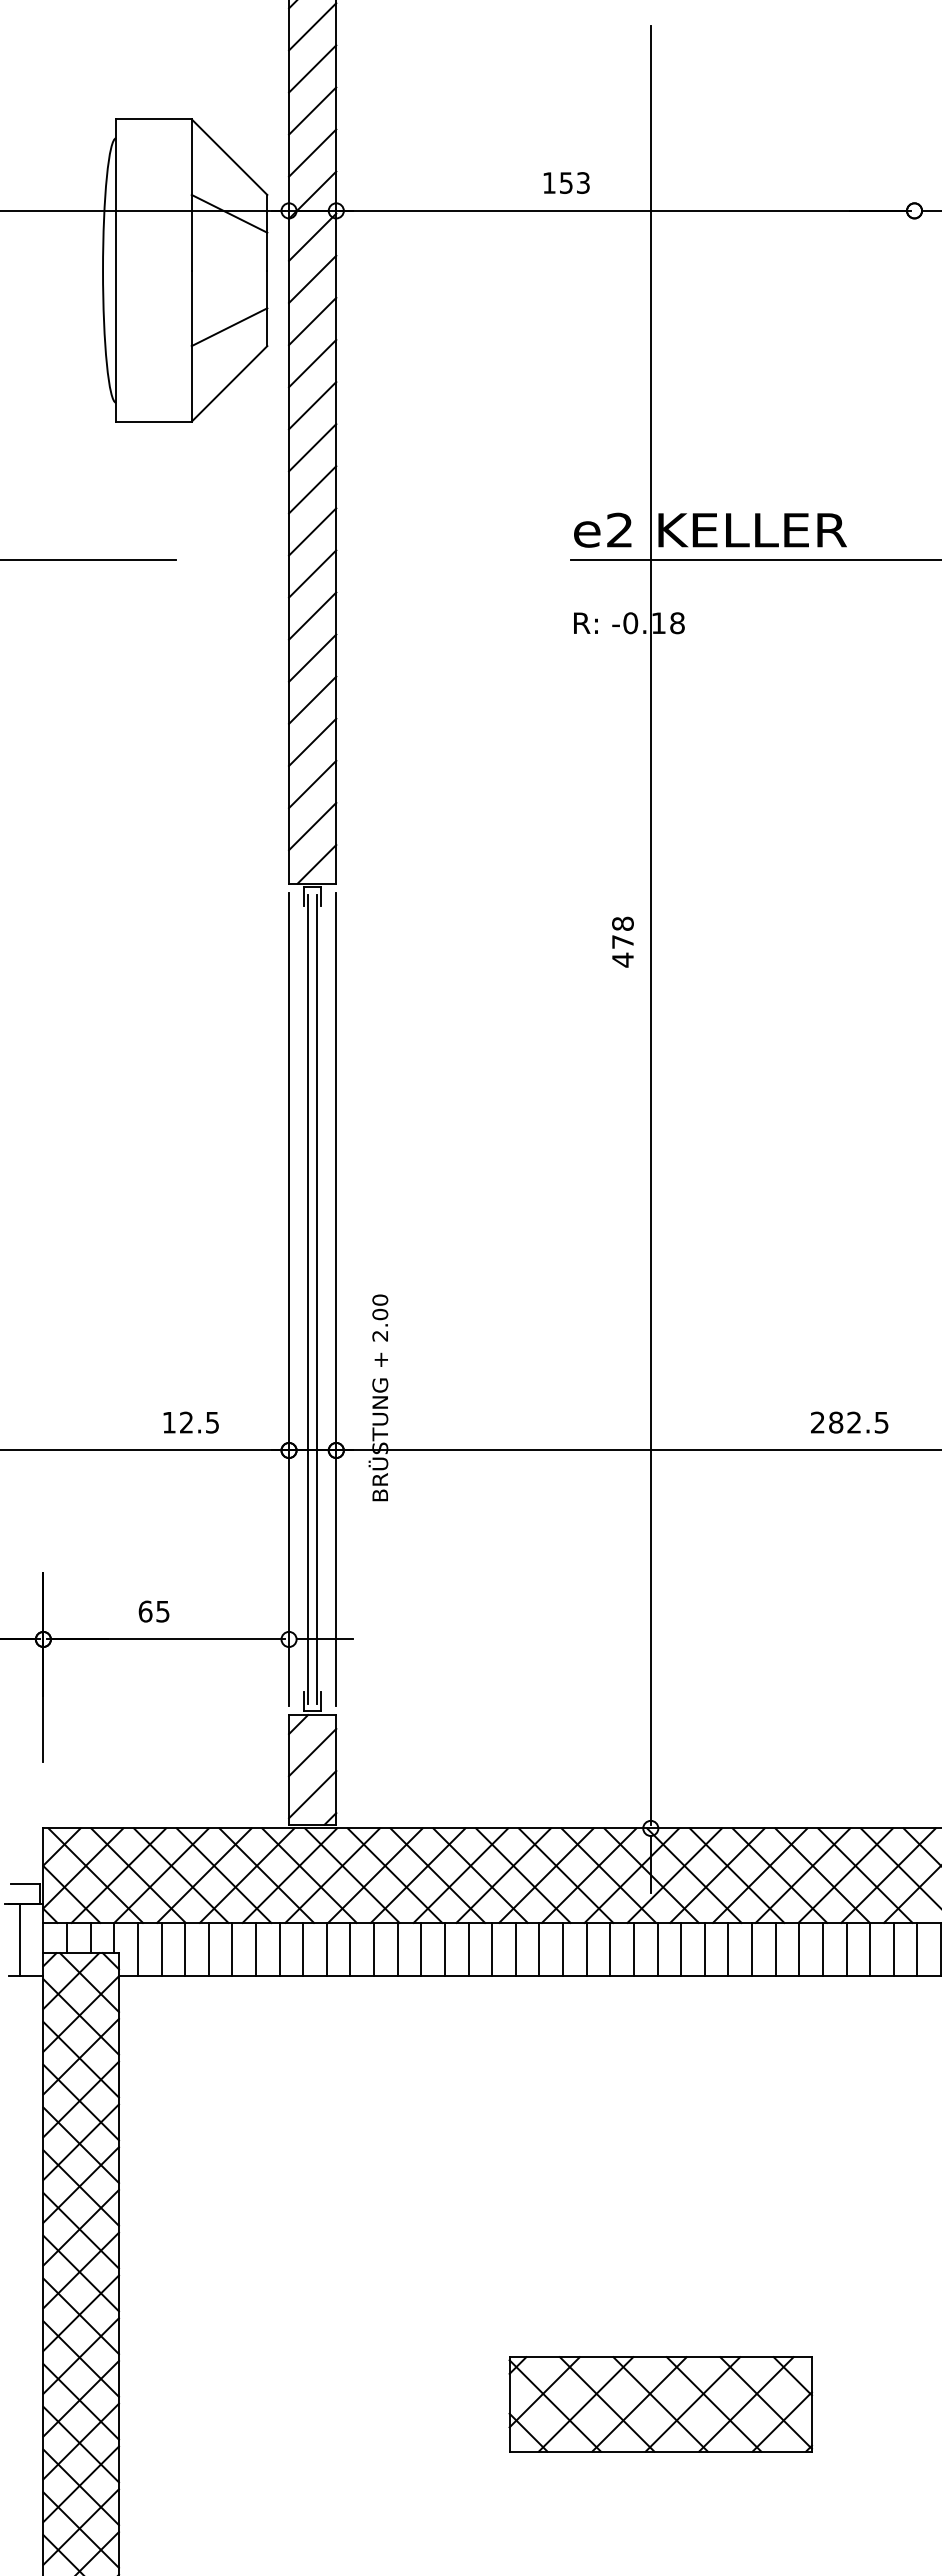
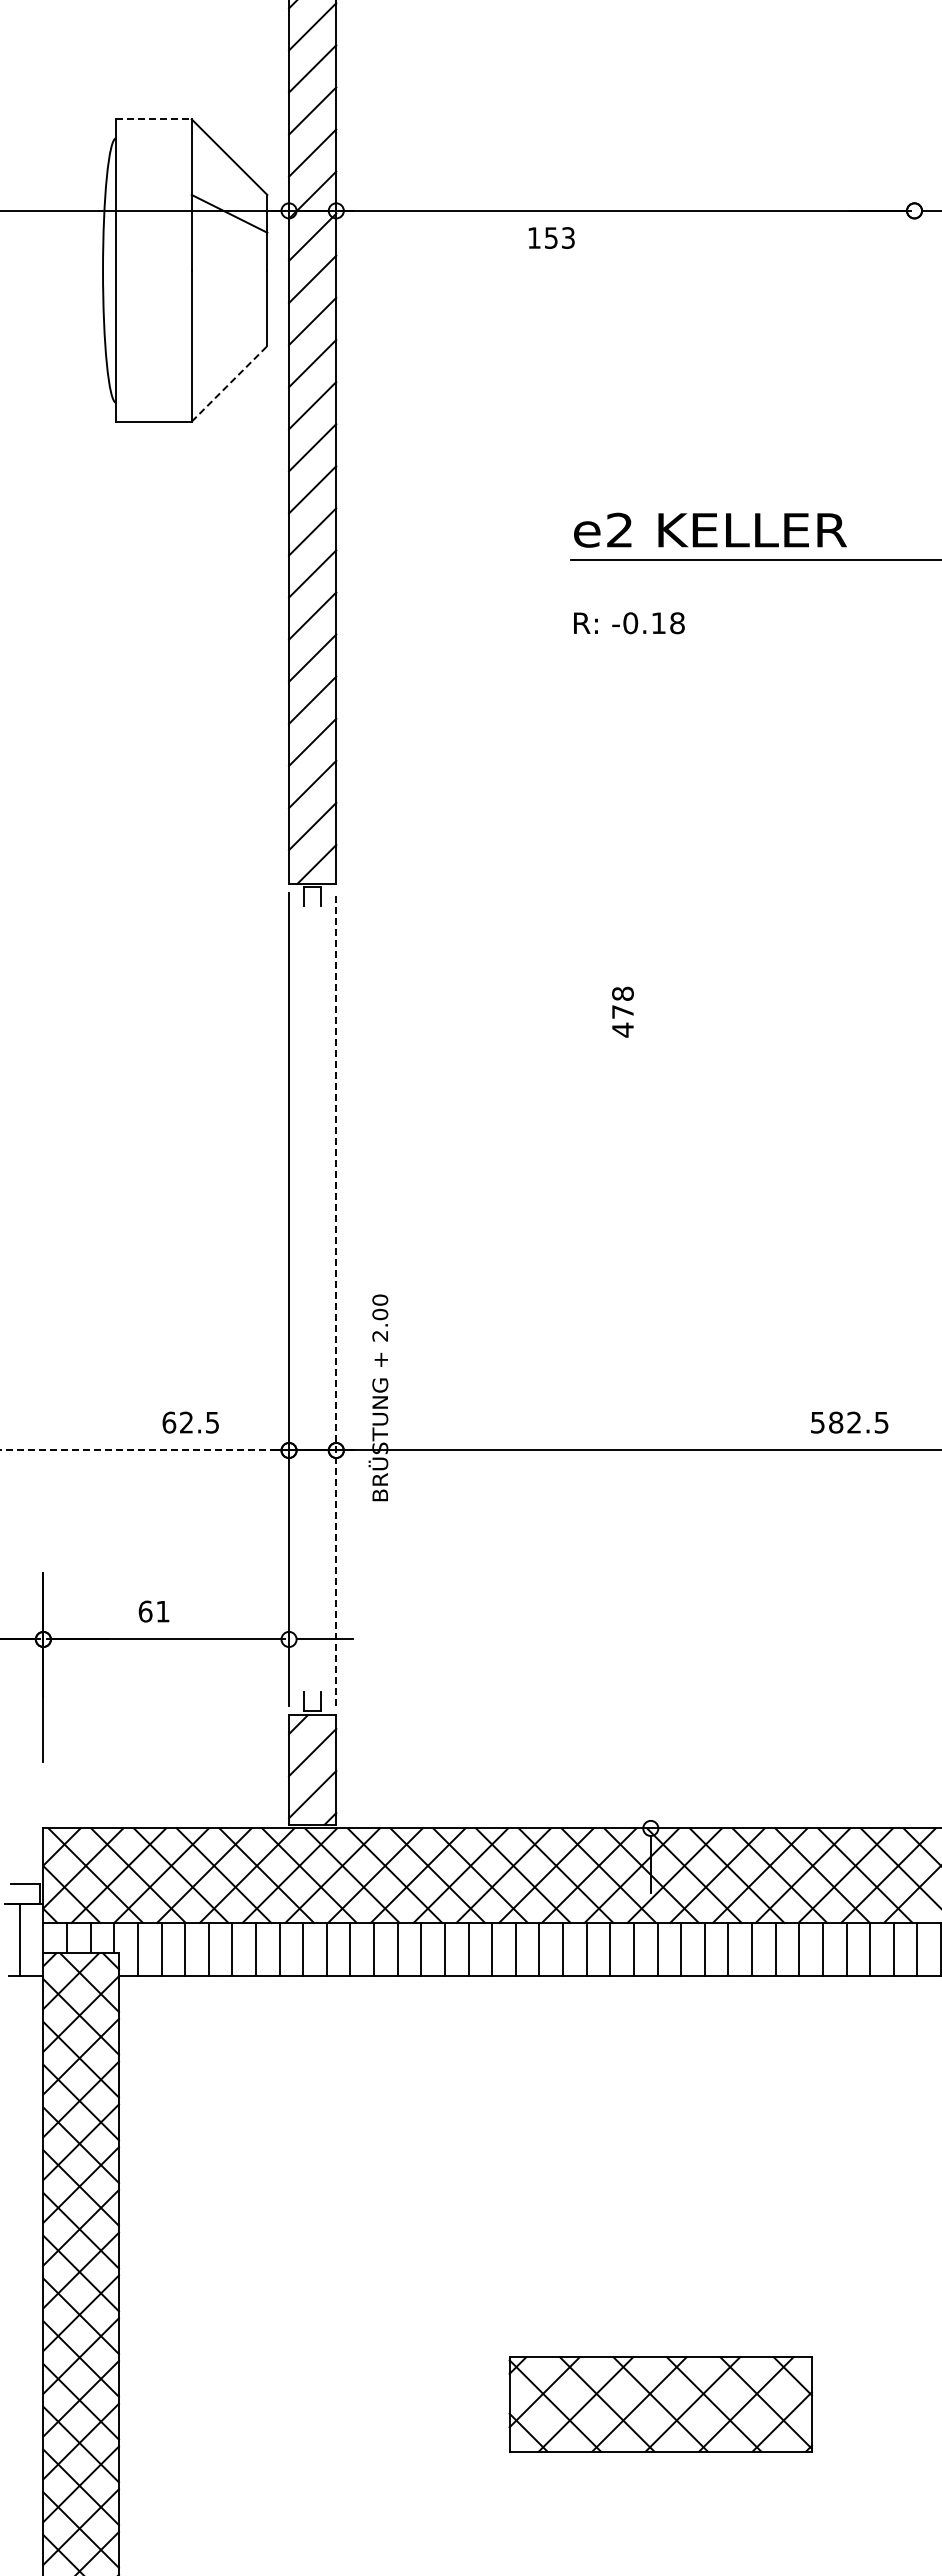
line at (153, 119): solid -> dashed
text at (566, 182) position: (566, 182) -> (551, 237)
line at (229, 327): present -> none
line at (229, 383): solid -> dashed
line at (88, 560): present -> none
line at (650, 924): present -> none
text at (622, 941) position: (622, 941) -> (622, 1011)
line at (307, 1298): present -> none
line at (317, 1298): present -> none
line at (336, 1298): solid -> dashed
text at (169, 1422): 12.5 -> 62.5
text at (817, 1422): 282.5 -> 582.5
line at (143, 1450): solid -> dashed
text at (162, 1611): 65 -> 61
